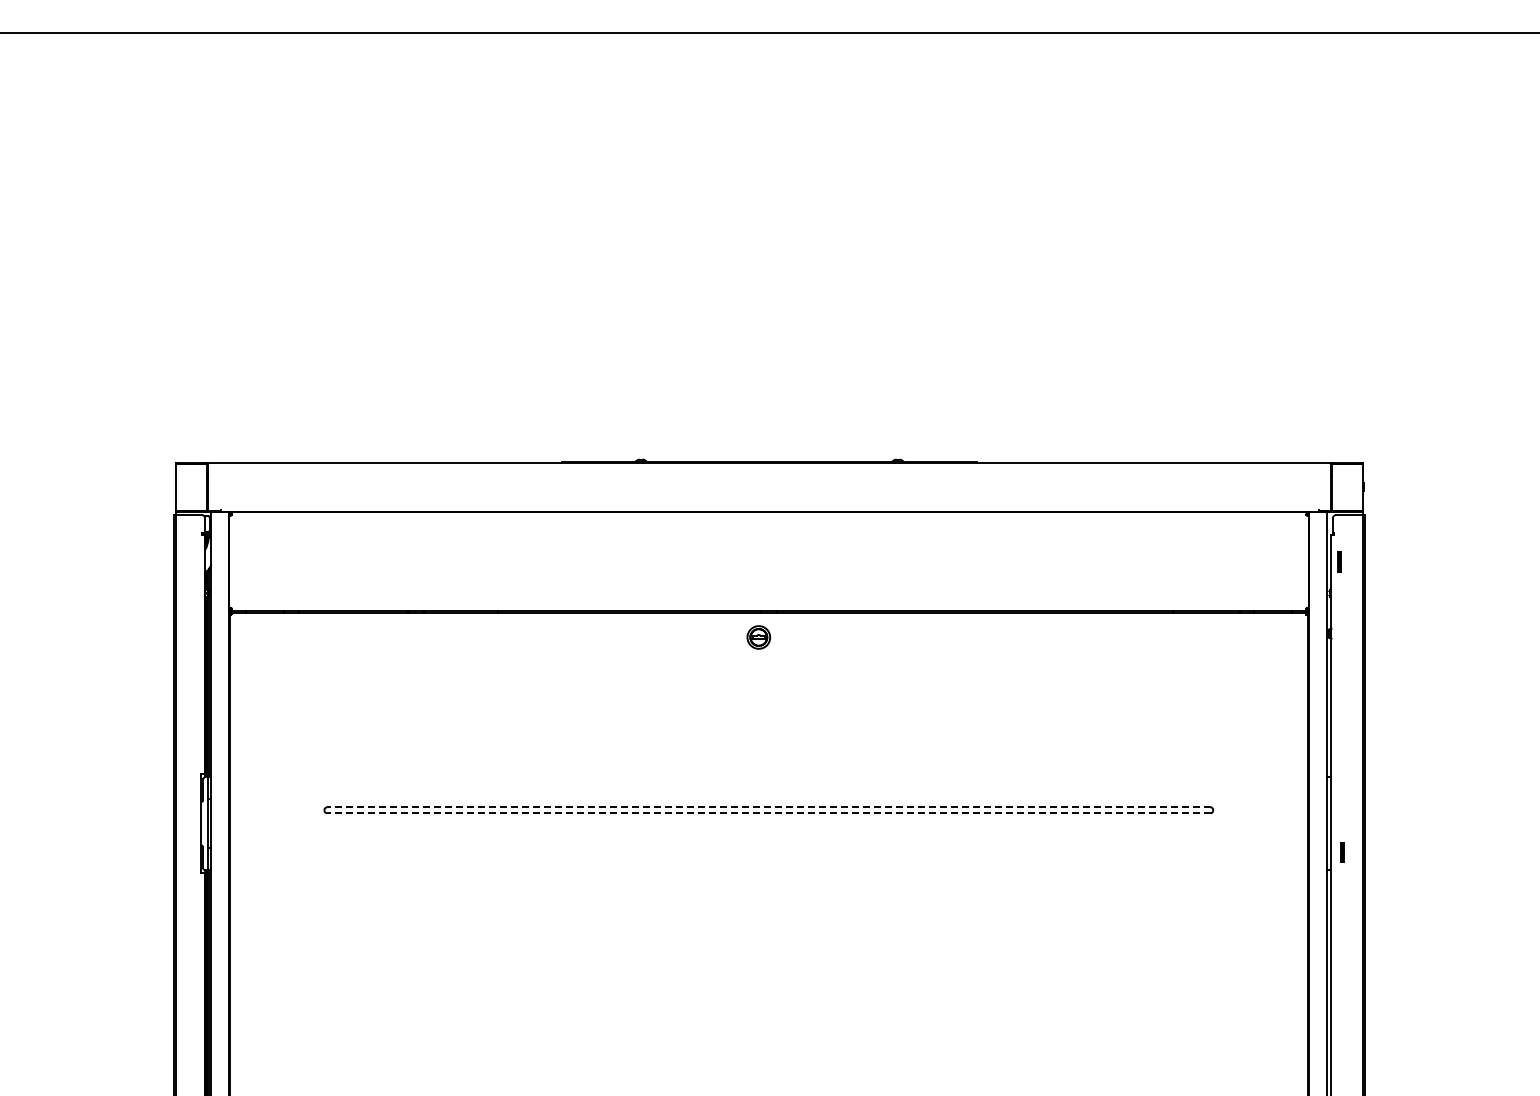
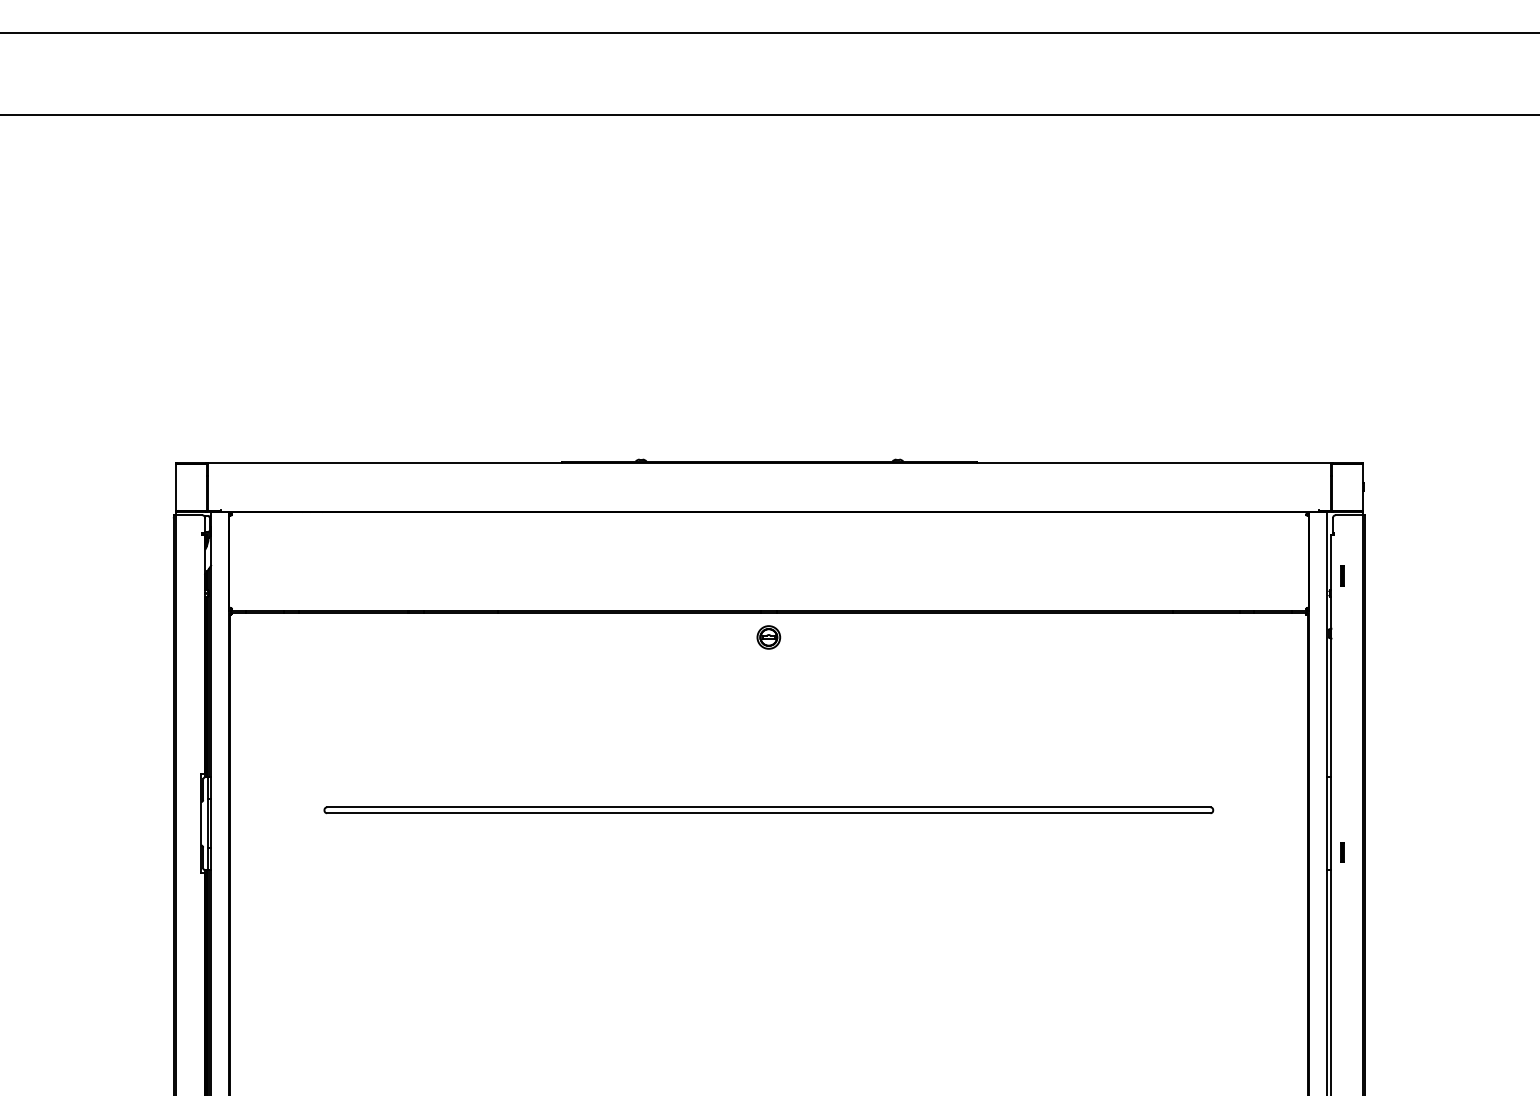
line at (769, 115): none -> present
line at (1339, 561) position: (1339, 561) -> (1342, 575)
part at (758, 637) position: (758, 637) -> (768, 637)
line at (768, 807): dashed -> solid
line at (768, 813): dashed -> solid
